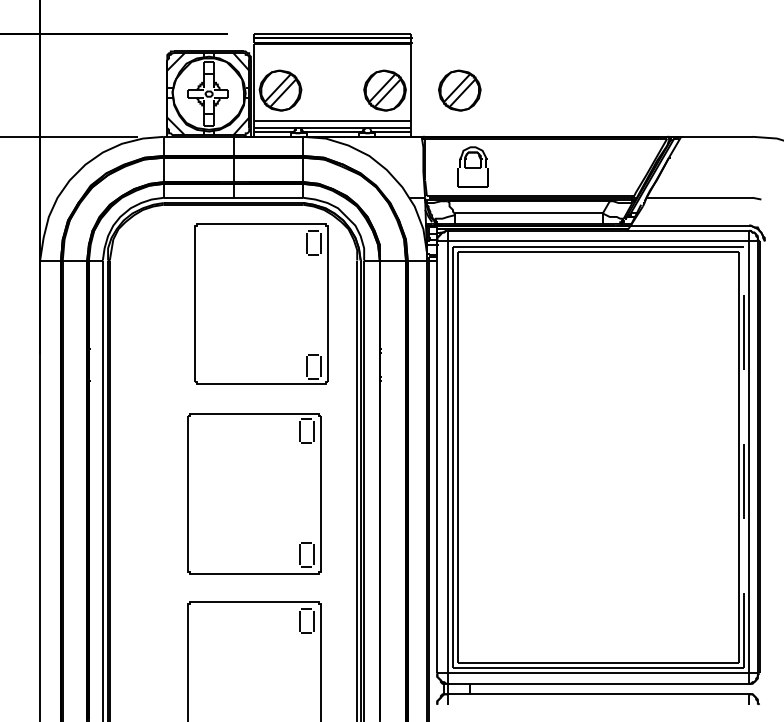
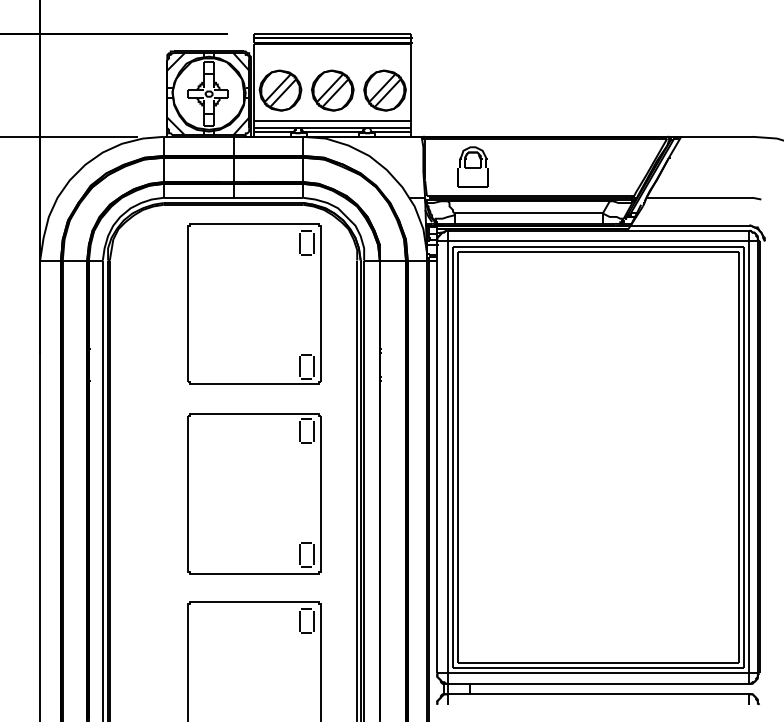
part at (459, 90) position: (459, 90) -> (332, 90)
part at (261, 303) position: (261, 303) -> (254, 303)
line at (743, 457): dashed -> solid
